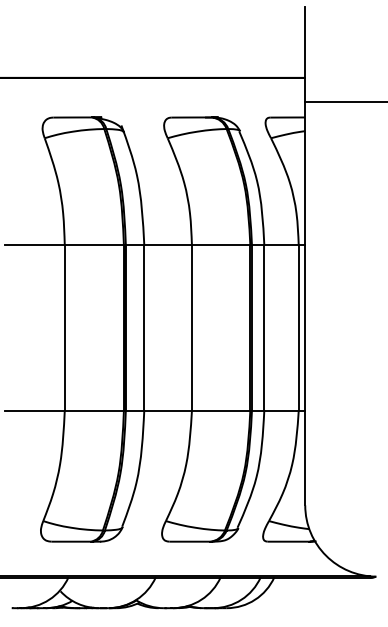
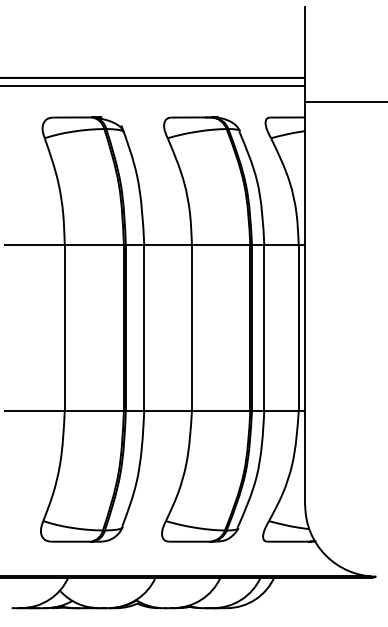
line at (153, 85): none -> present
